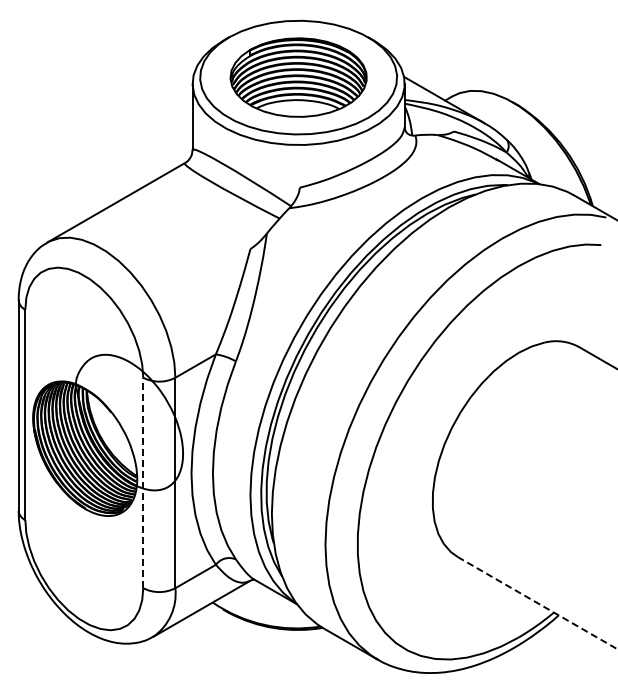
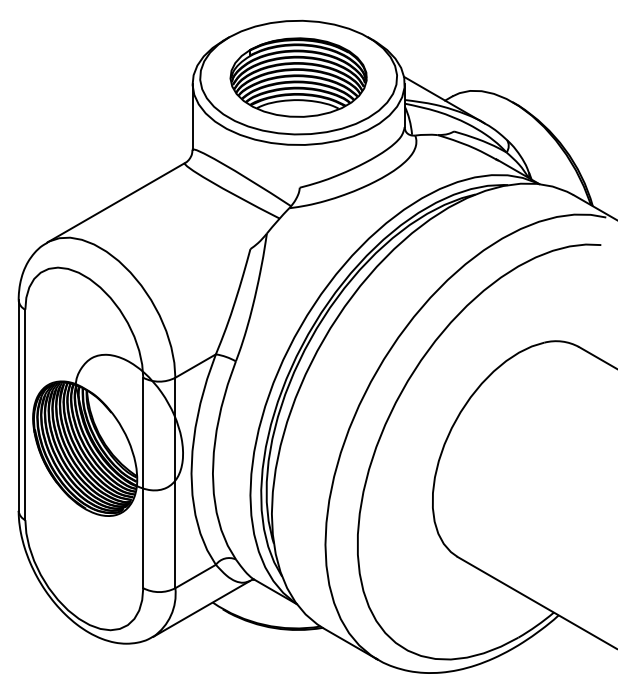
line at (143, 482): dashed -> solid
line at (537, 603): dashed -> solid
